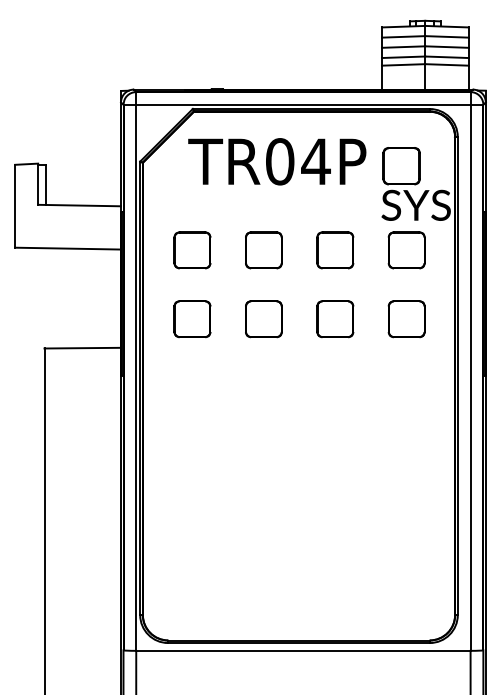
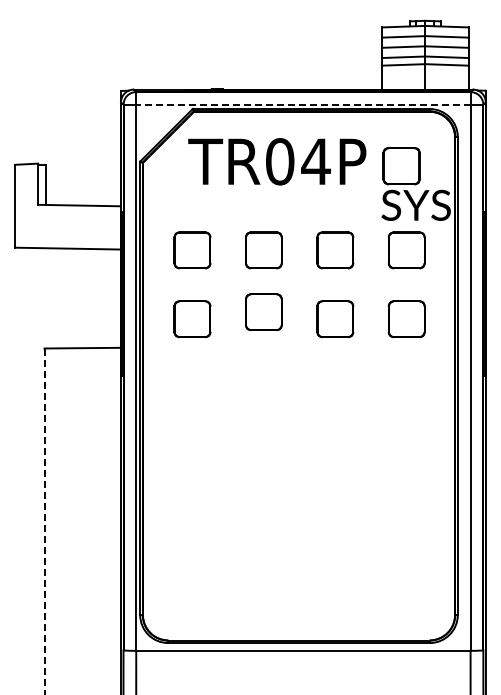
line at (302, 104): solid -> dashed
part at (263, 319) position: (263, 319) -> (263, 312)
line at (44, 521): solid -> dashed
